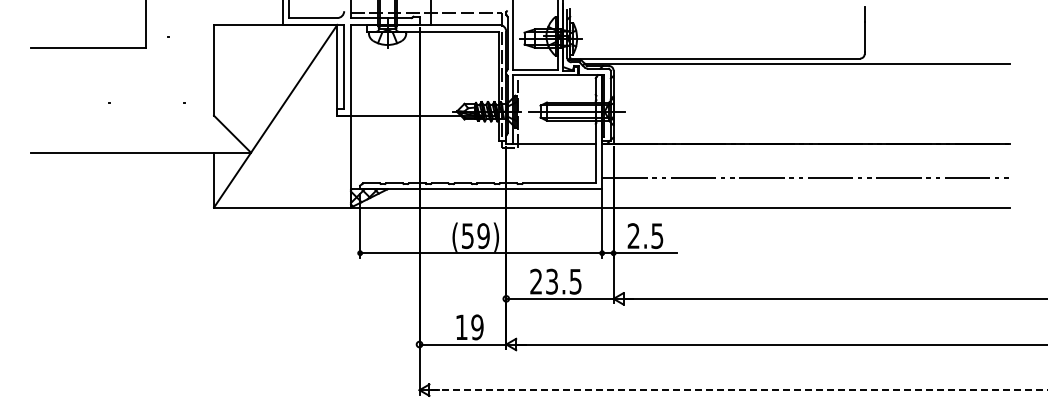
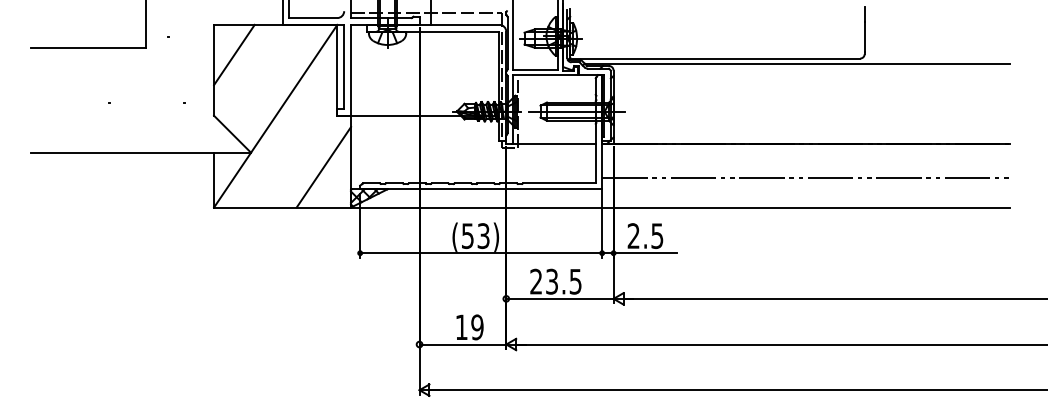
line at (234, 54): none -> present
line at (323, 167): none -> present
text at (483, 235): (59) -> (53)
line at (739, 390): dashed -> solid
